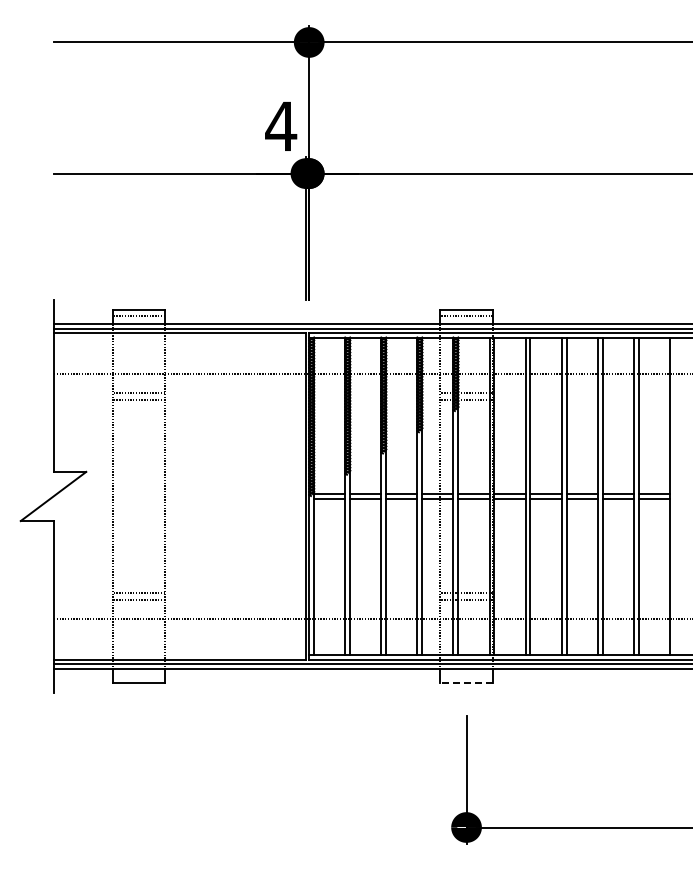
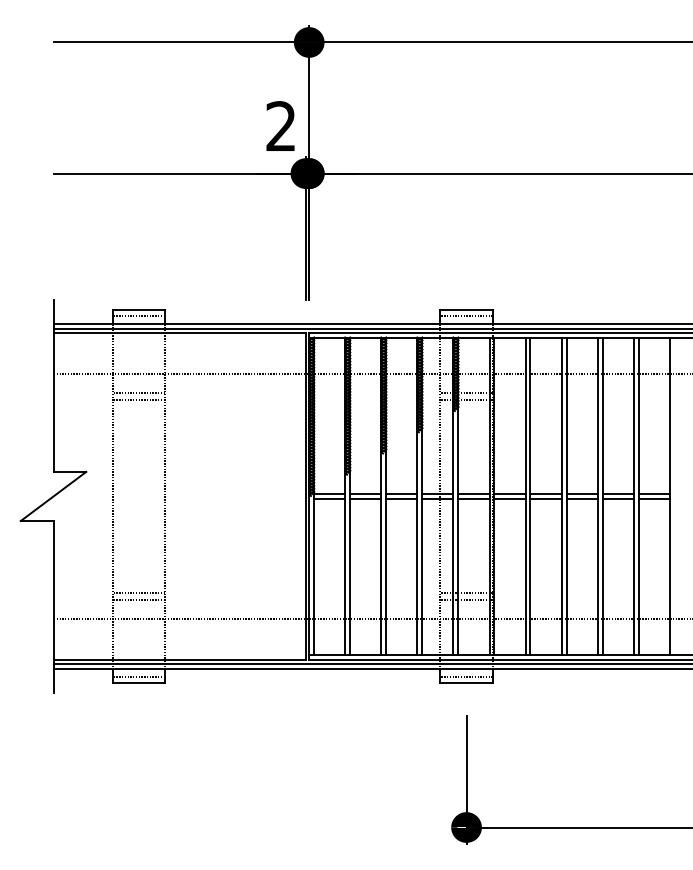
text at (281, 125): 4 -> 2
line at (138, 676): none -> present
line at (466, 676): none -> present
line at (466, 683): dashed -> solid
